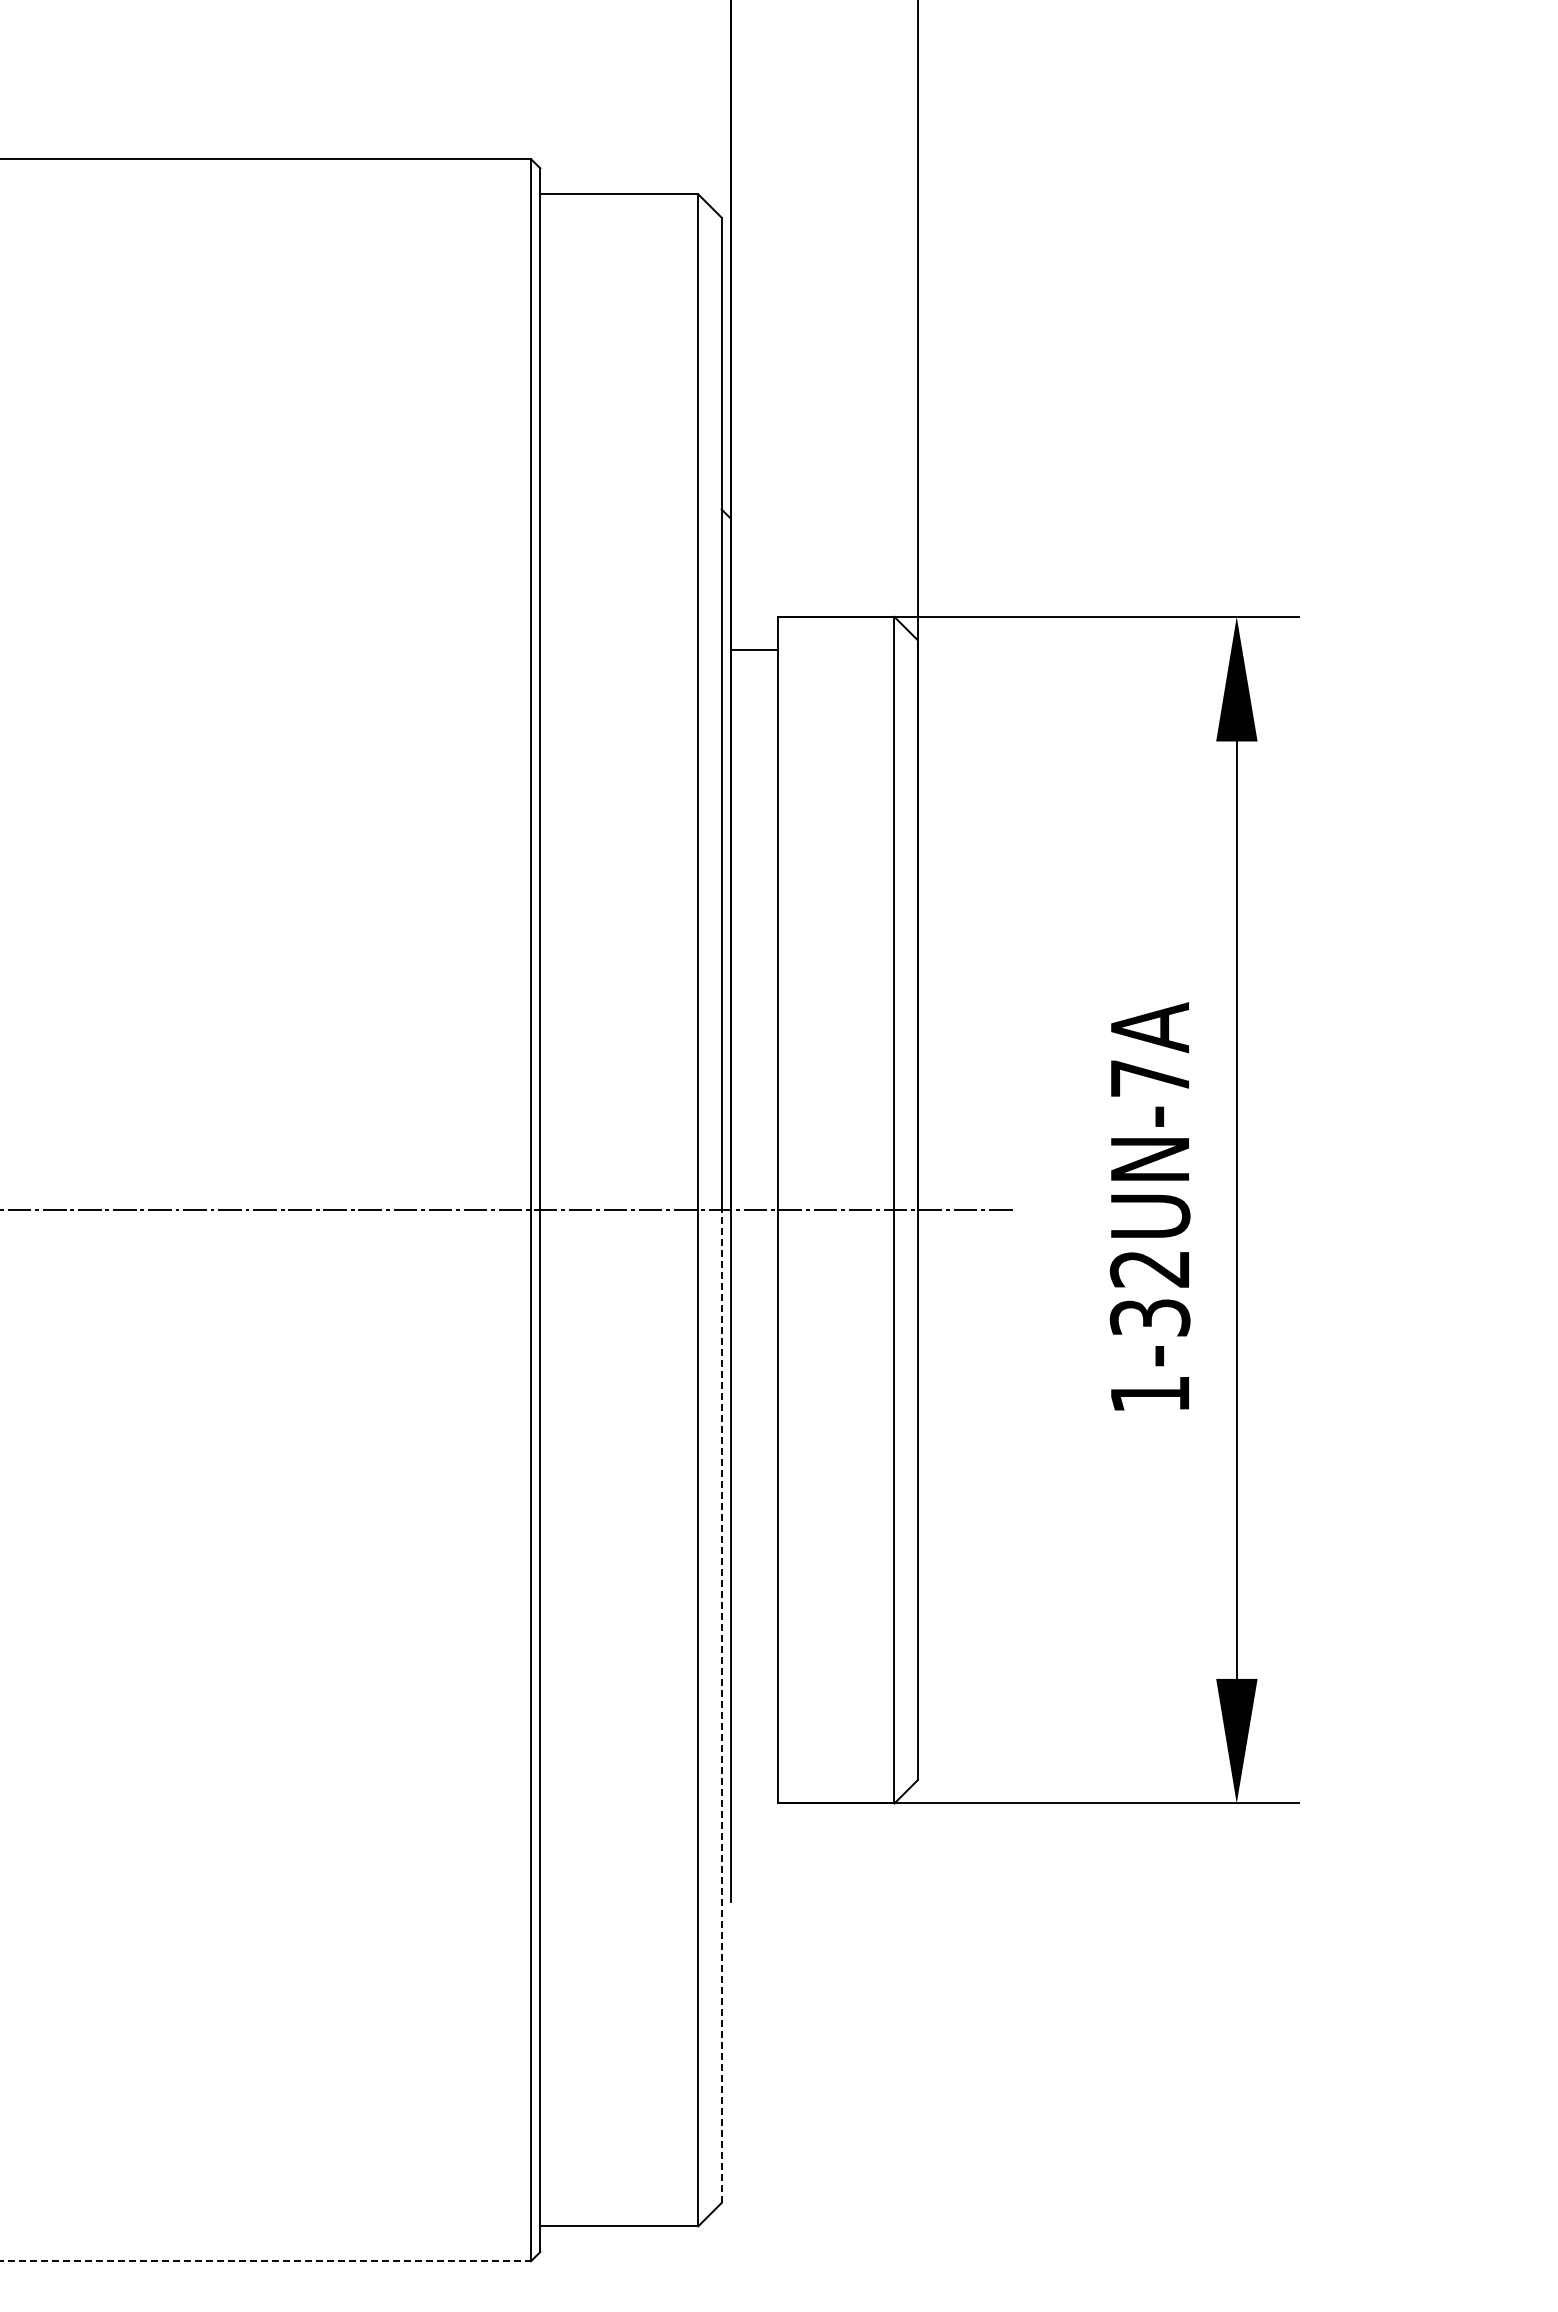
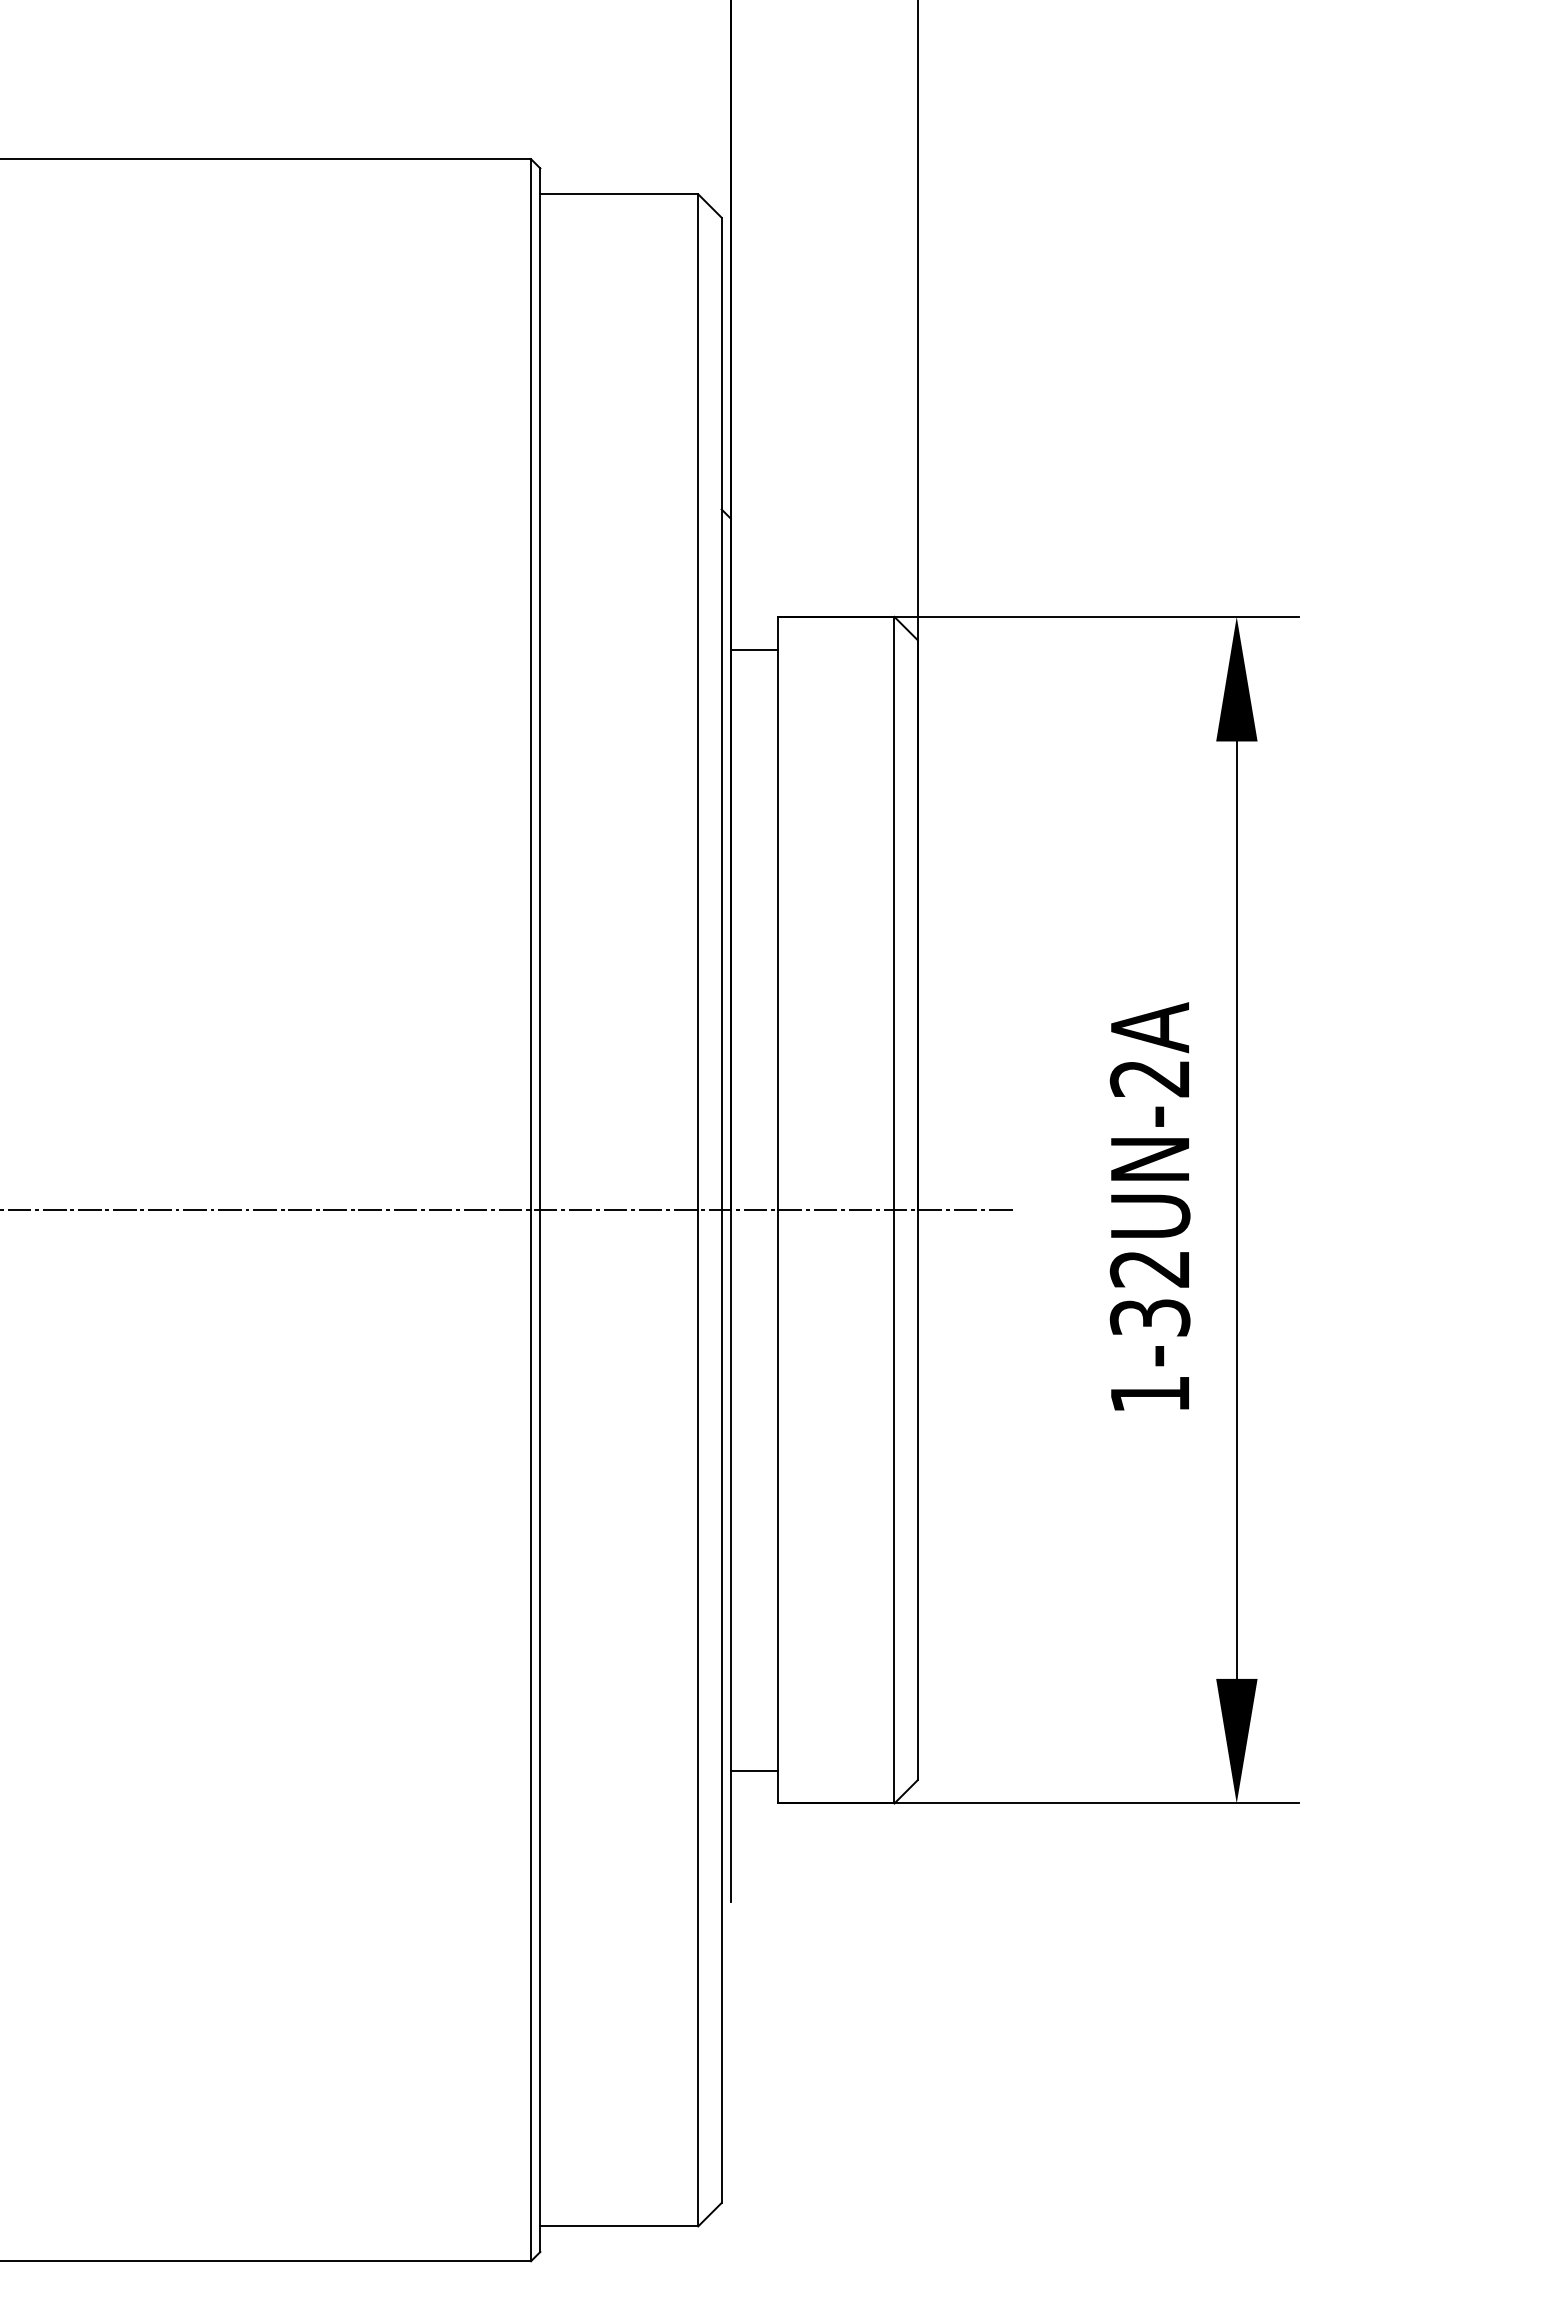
text at (1148, 1078): 1-32UN-7A -> 1-32UN-2A
line at (721, 1706): dashed -> solid
line at (753, 1770): none -> present
line at (266, 2261): dashed -> solid
